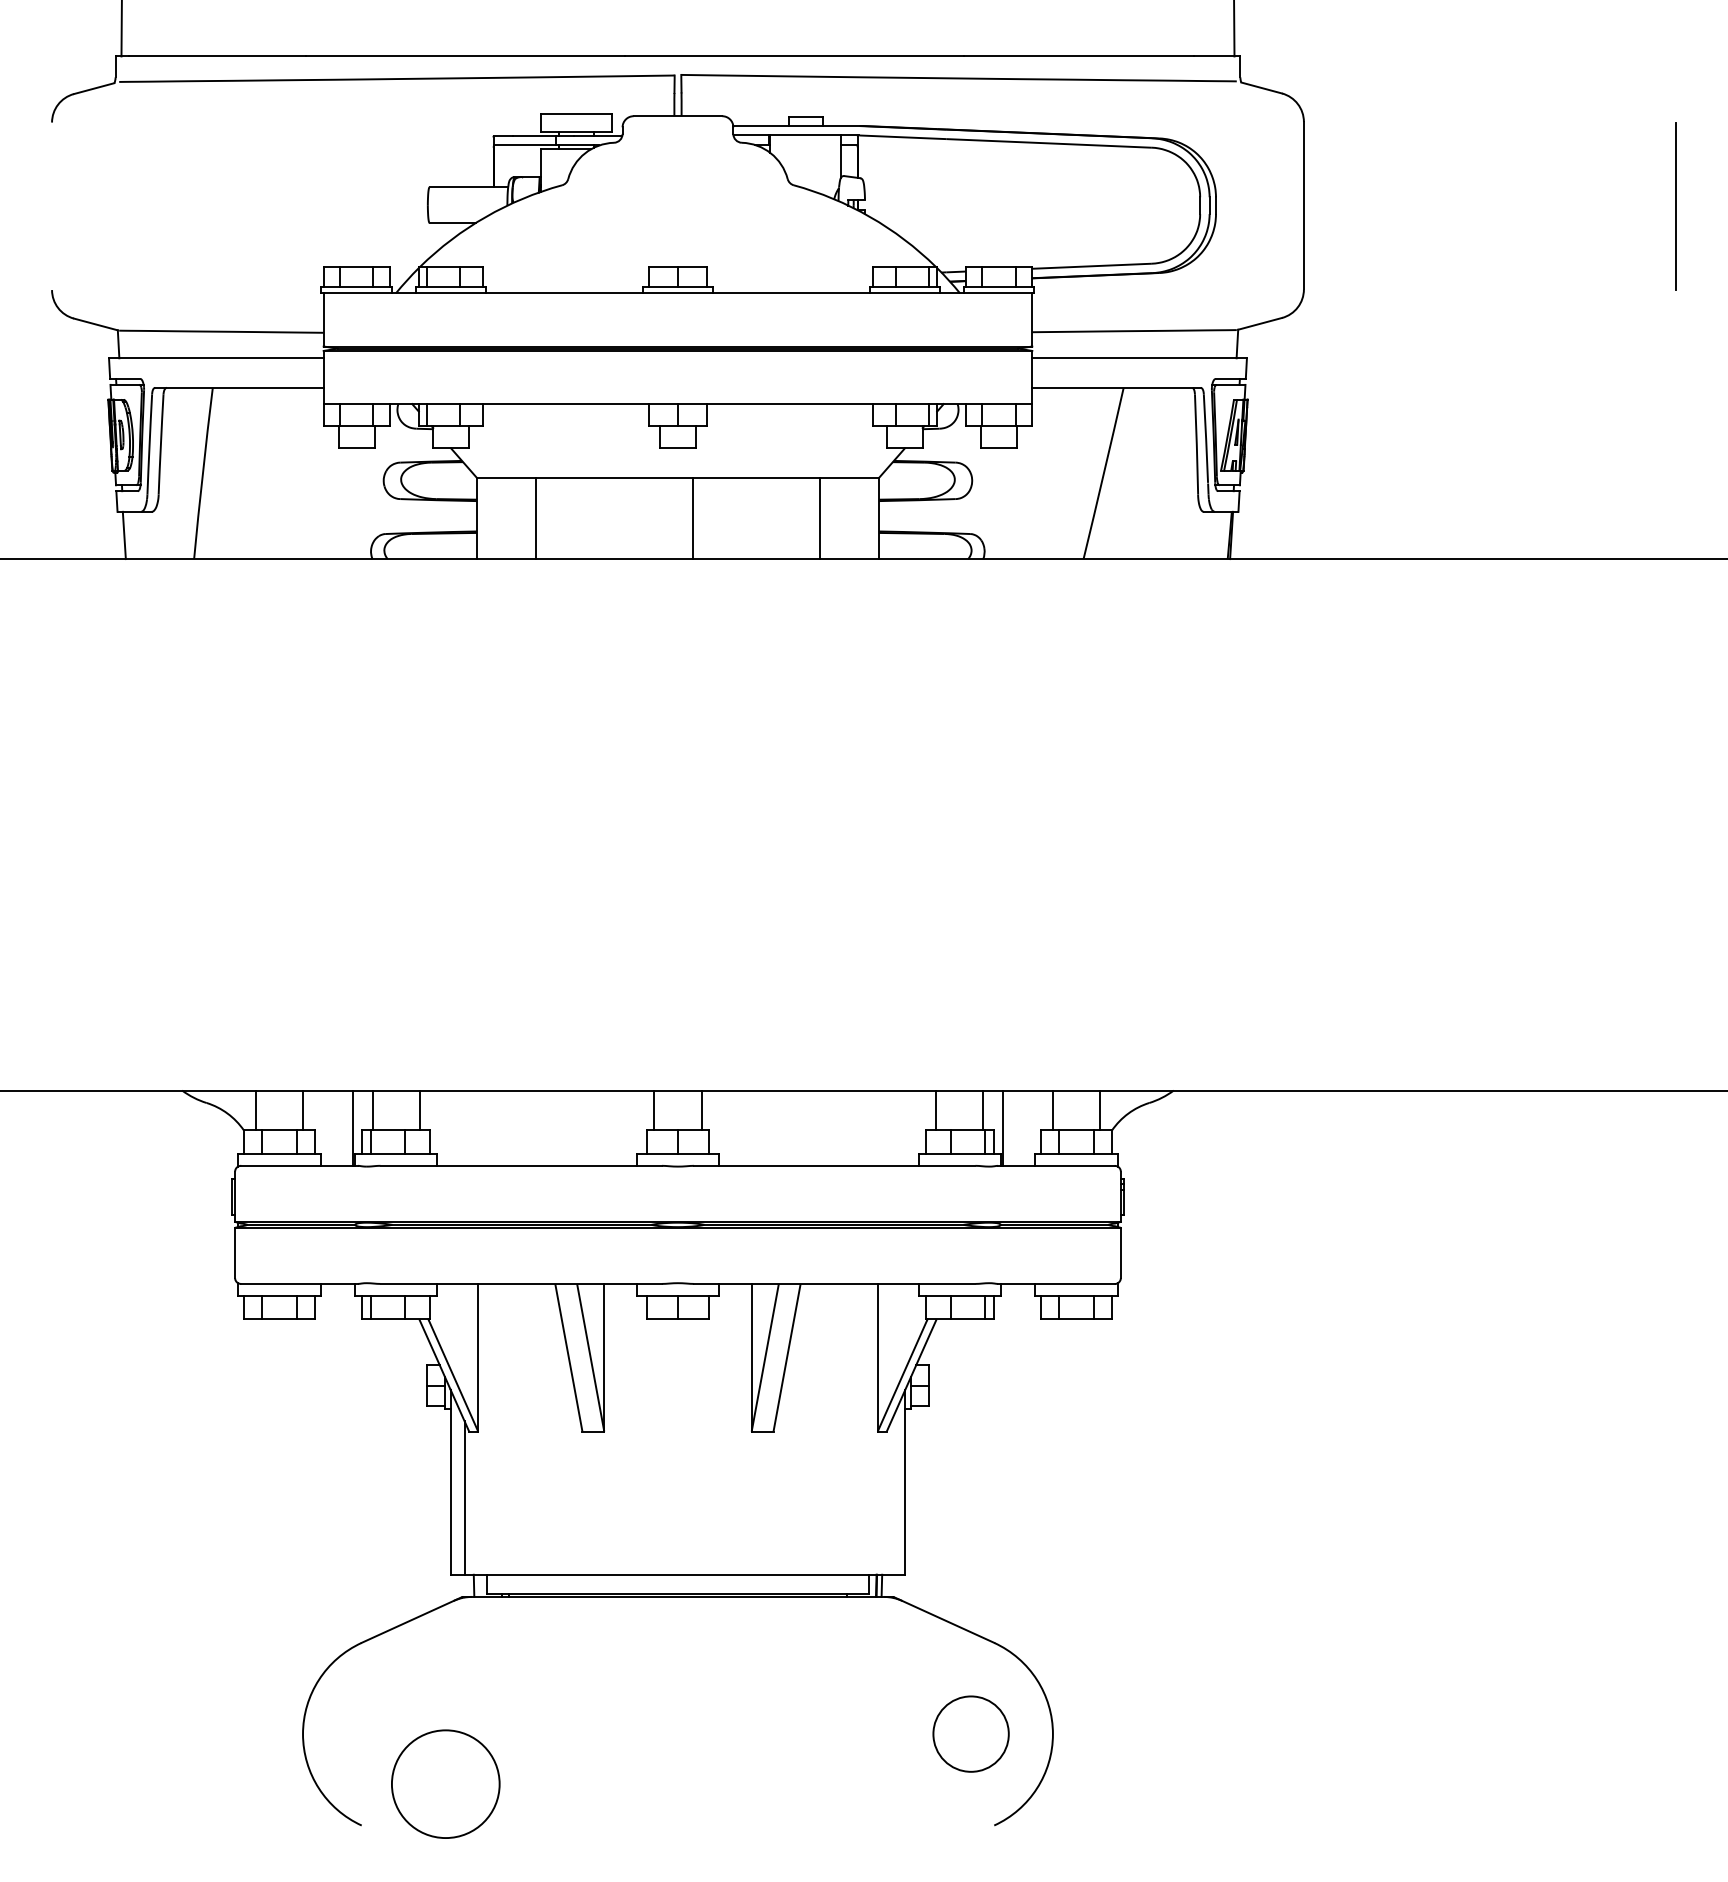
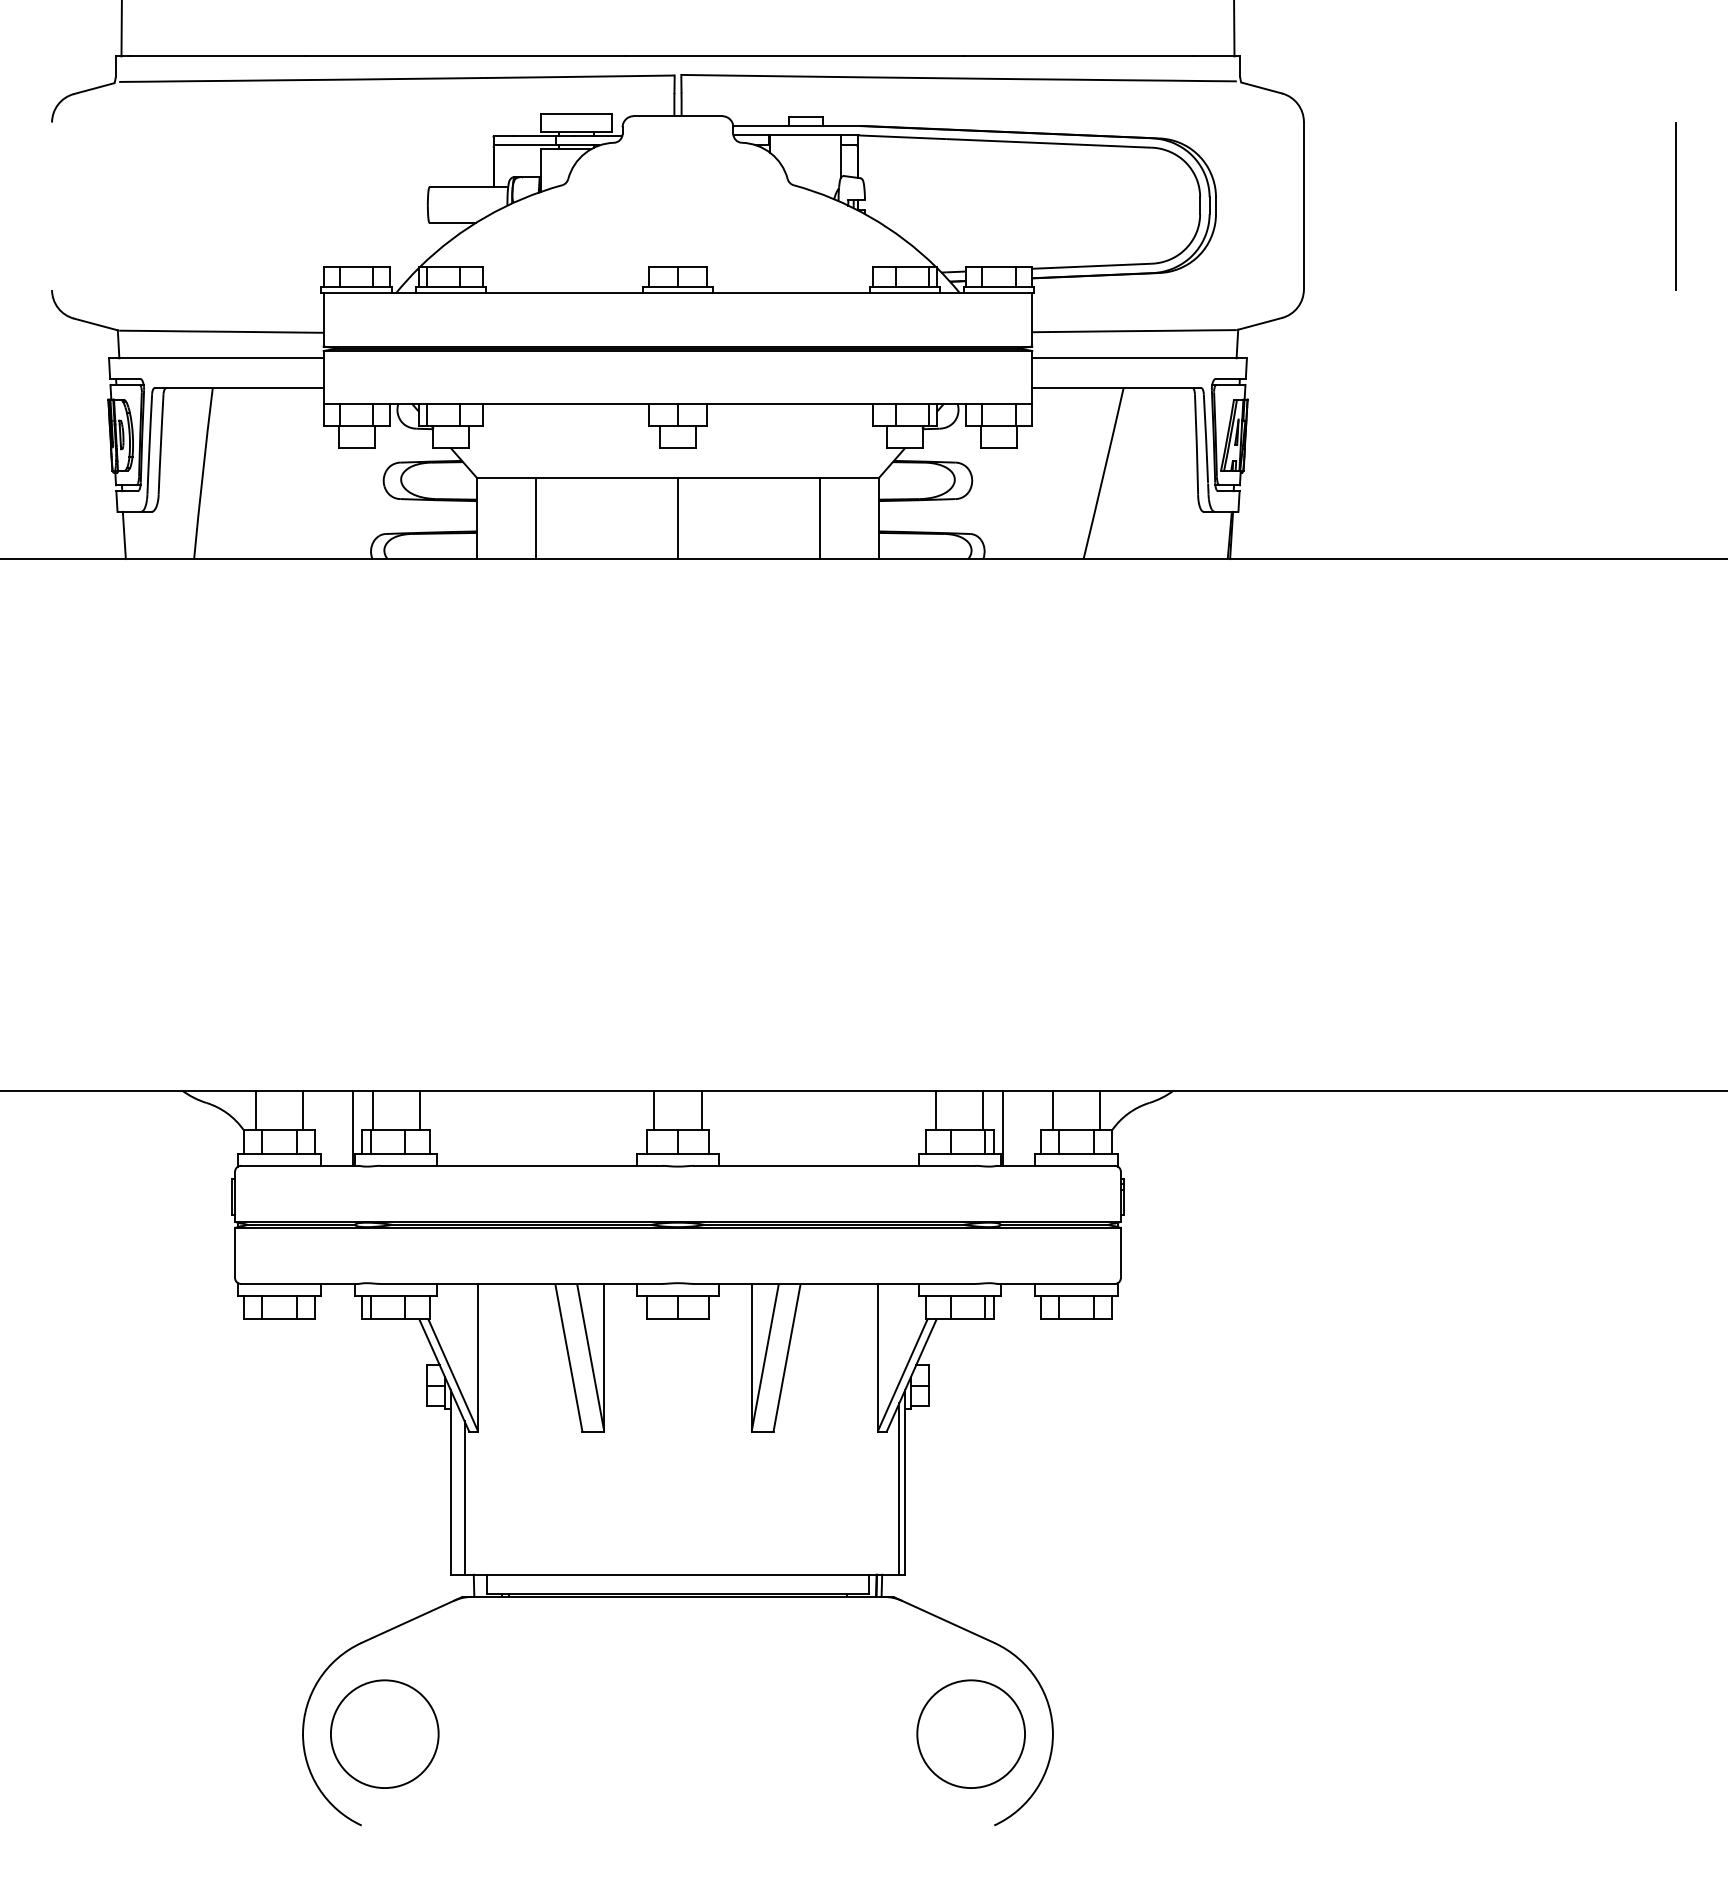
line at (692, 518) position: (692, 518) -> (677, 518)
line at (899, 1488): none -> present
circle at (970, 1733) size: 78x78 px -> 110x110 px
circle at (445, 1783) position: (445, 1783) -> (384, 1733)
